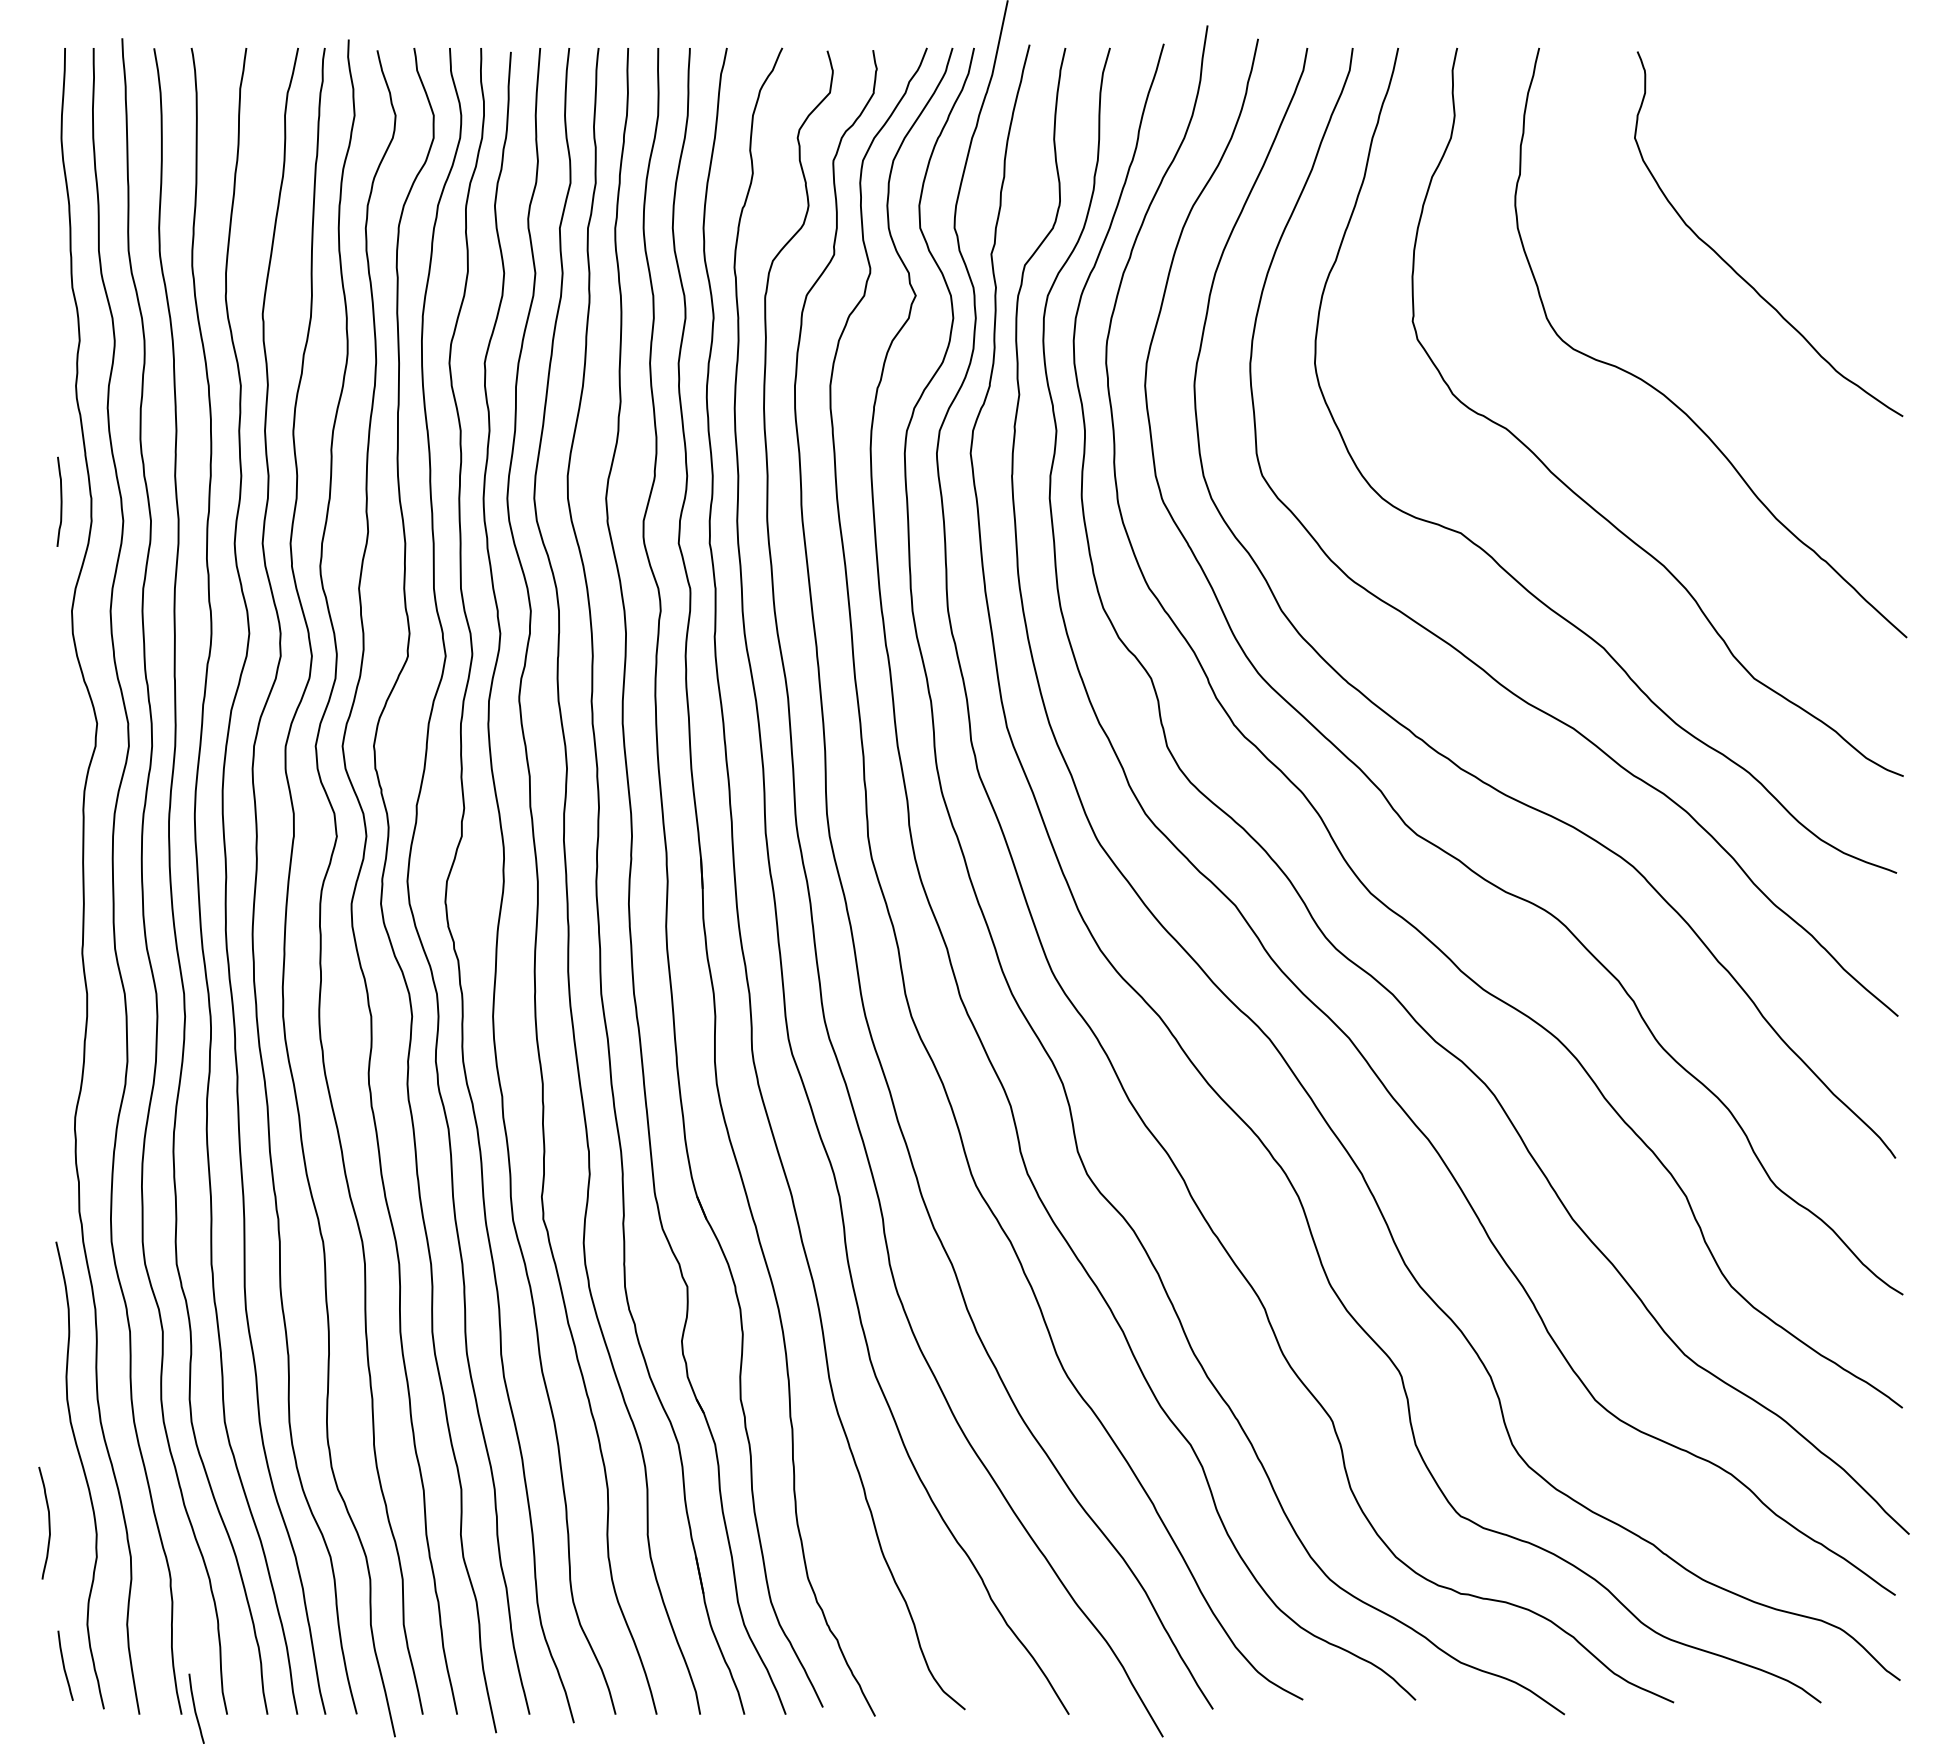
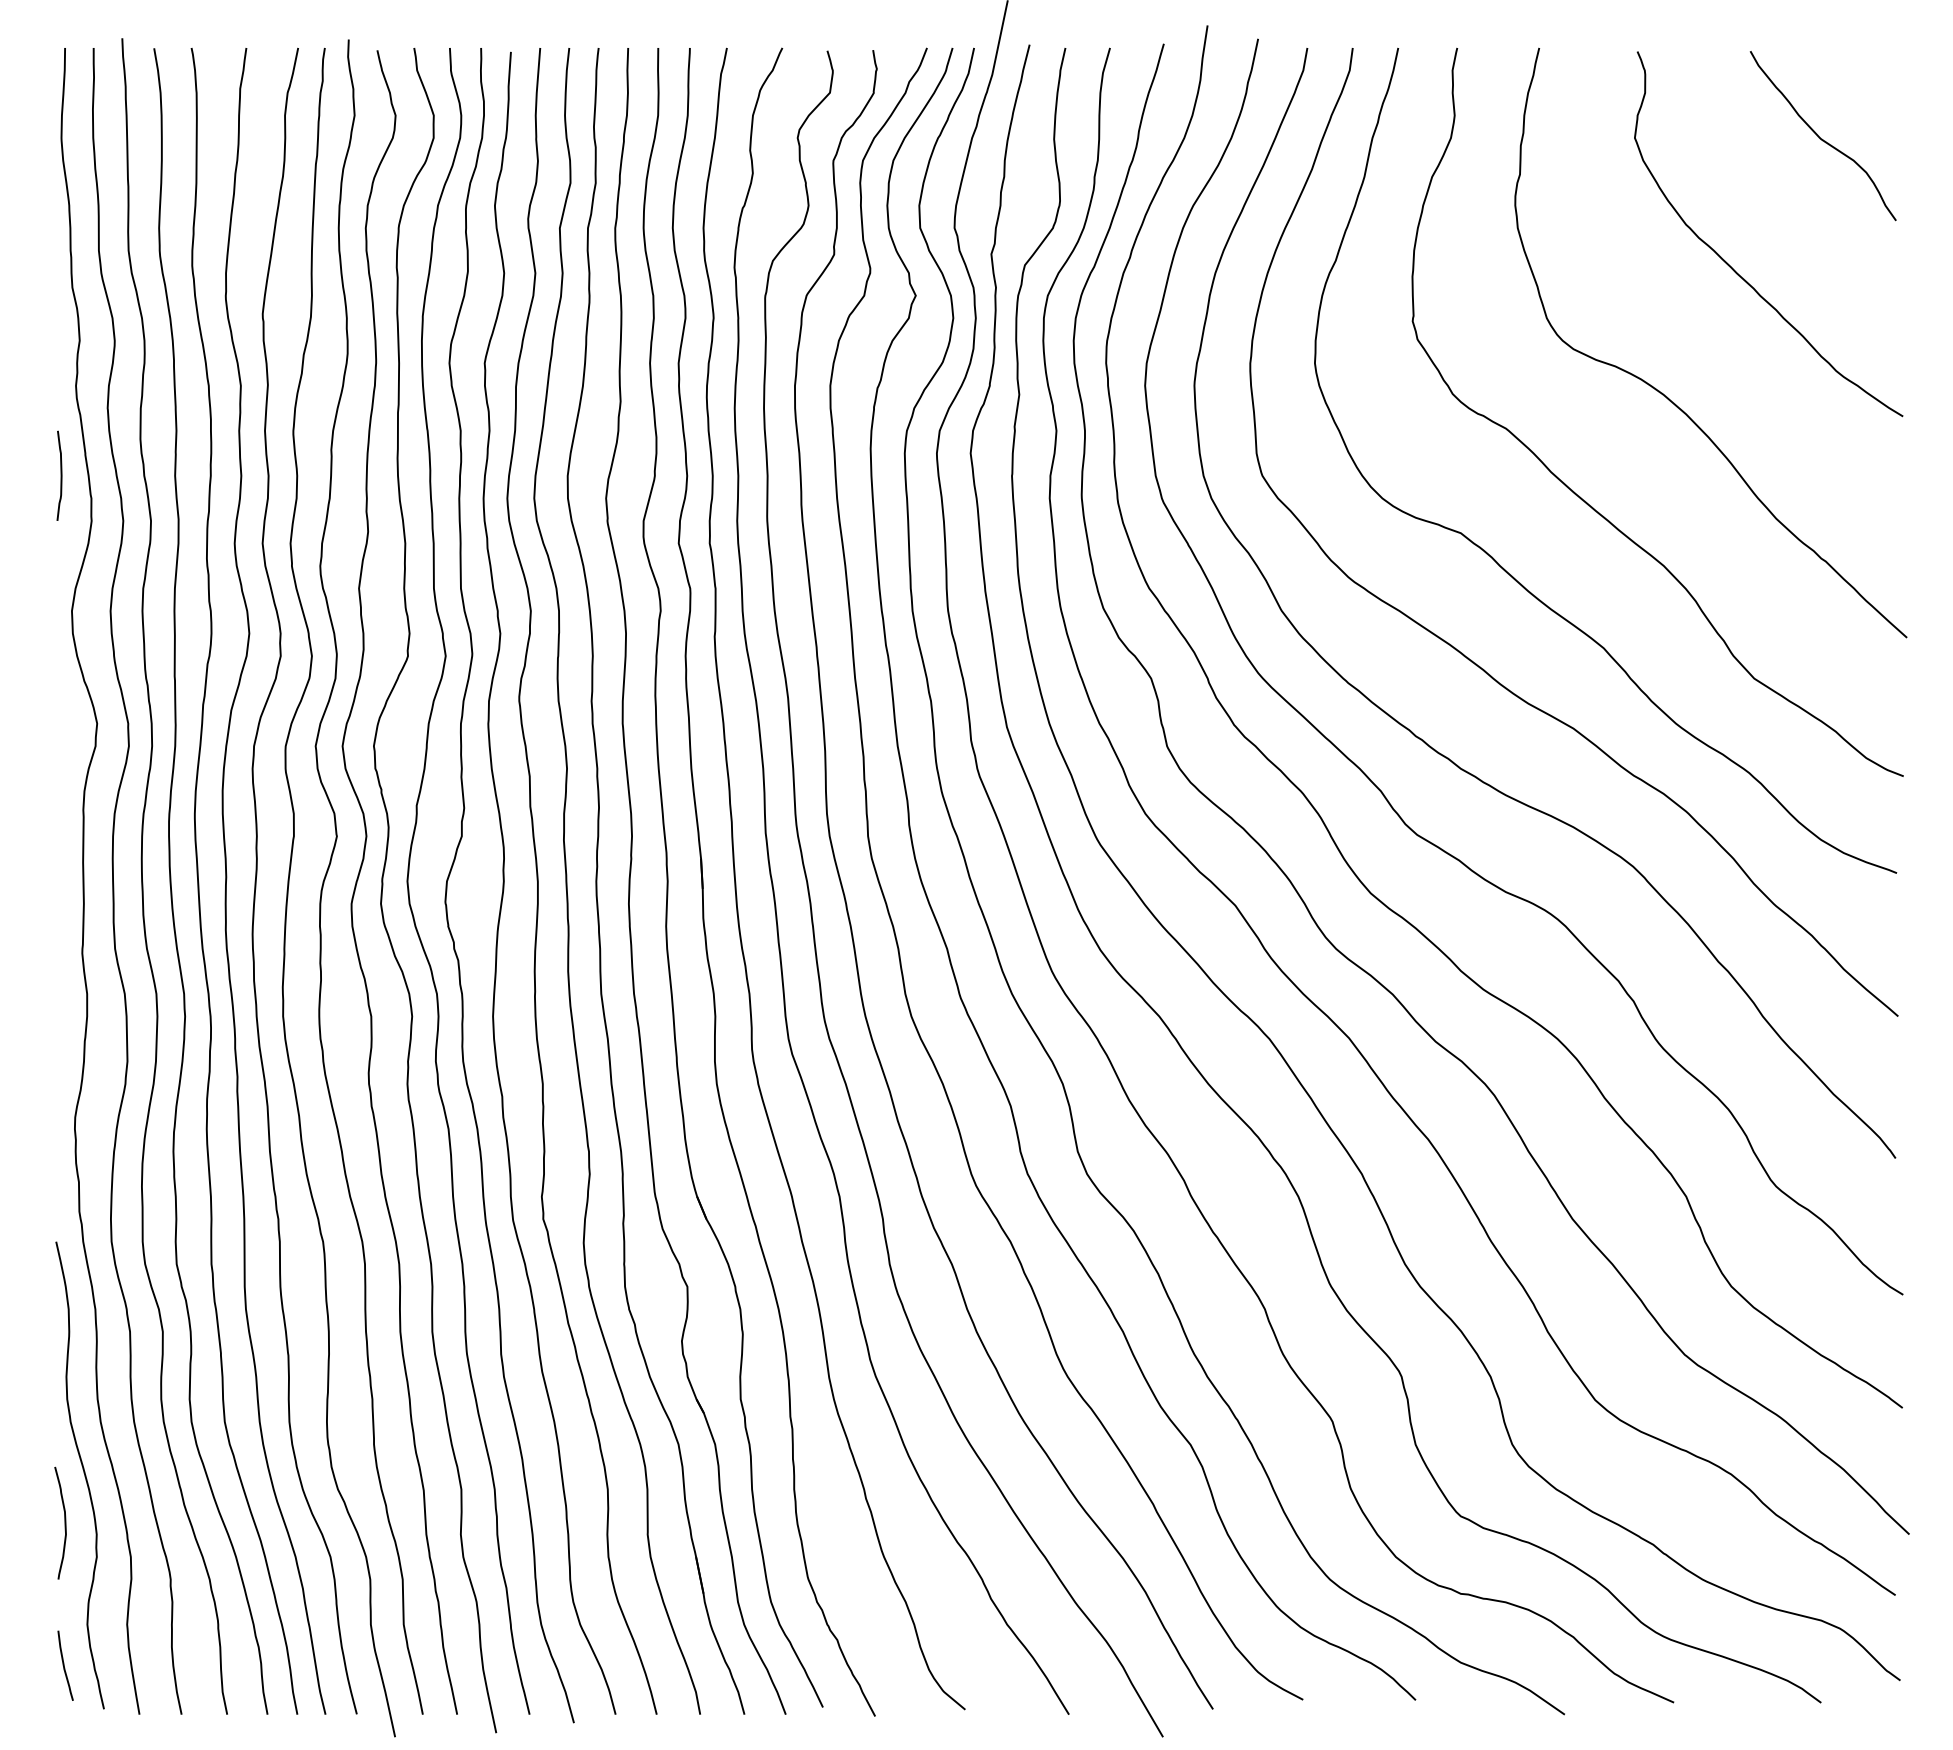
curve at (1822, 138): none -> present
curve at (60, 501) position: (60, 501) -> (60, 475)
curve at (48, 1522) position: (48, 1522) -> (64, 1522)
curve at (195, 1708): present -> none
